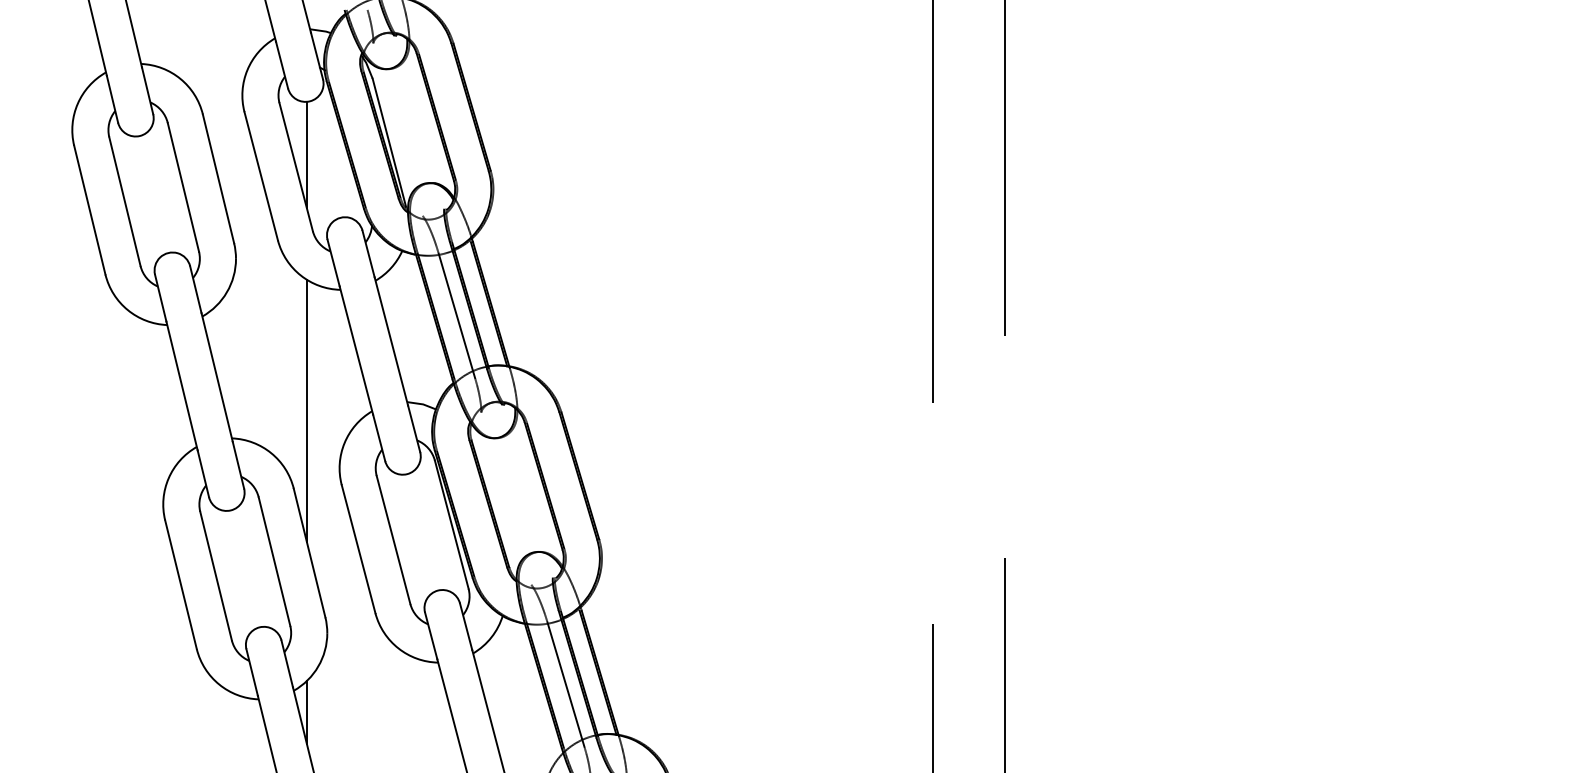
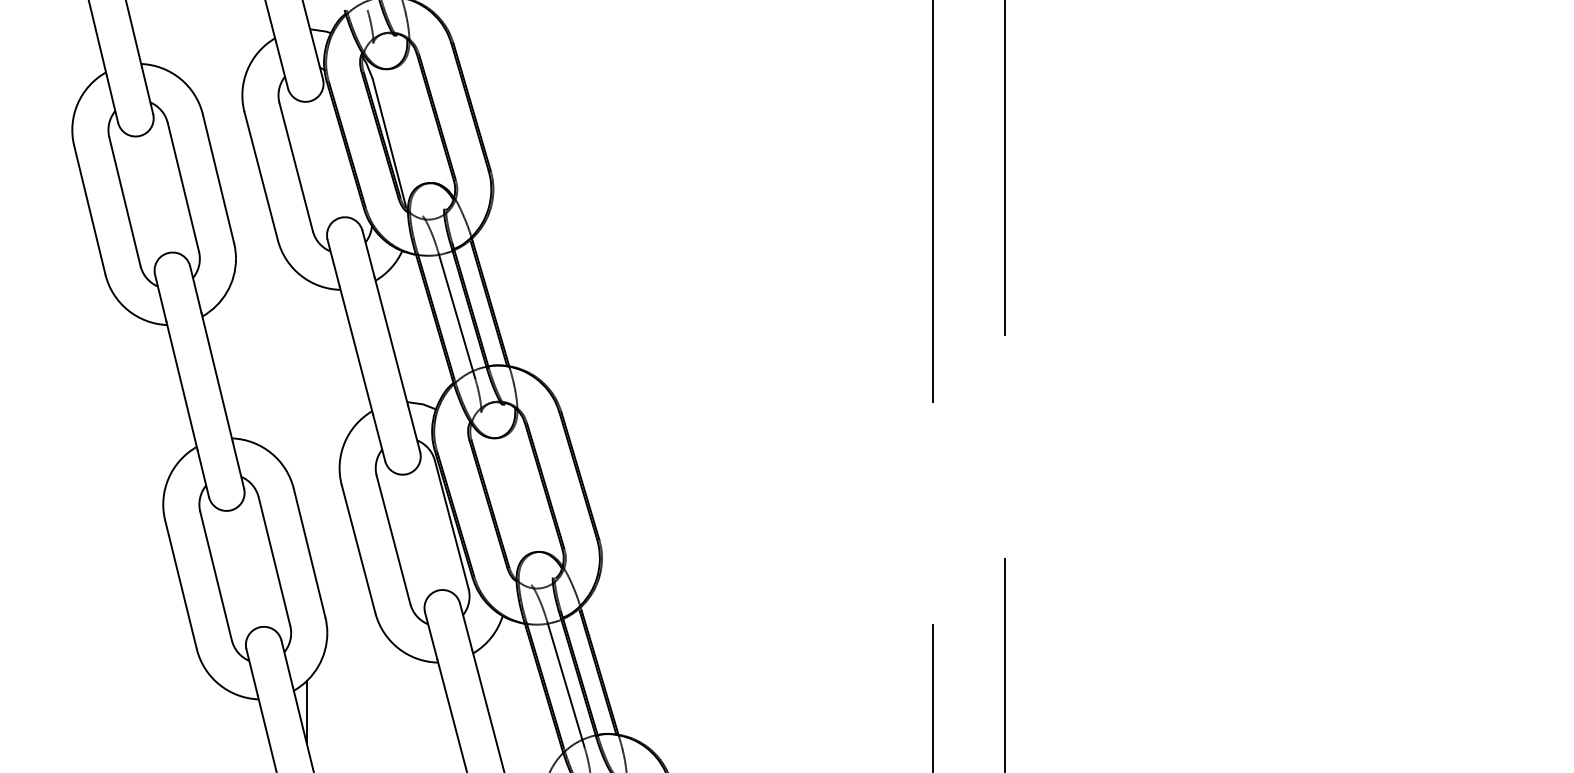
line at (306, 154): present -> none
line at (306, 410): present -> none
